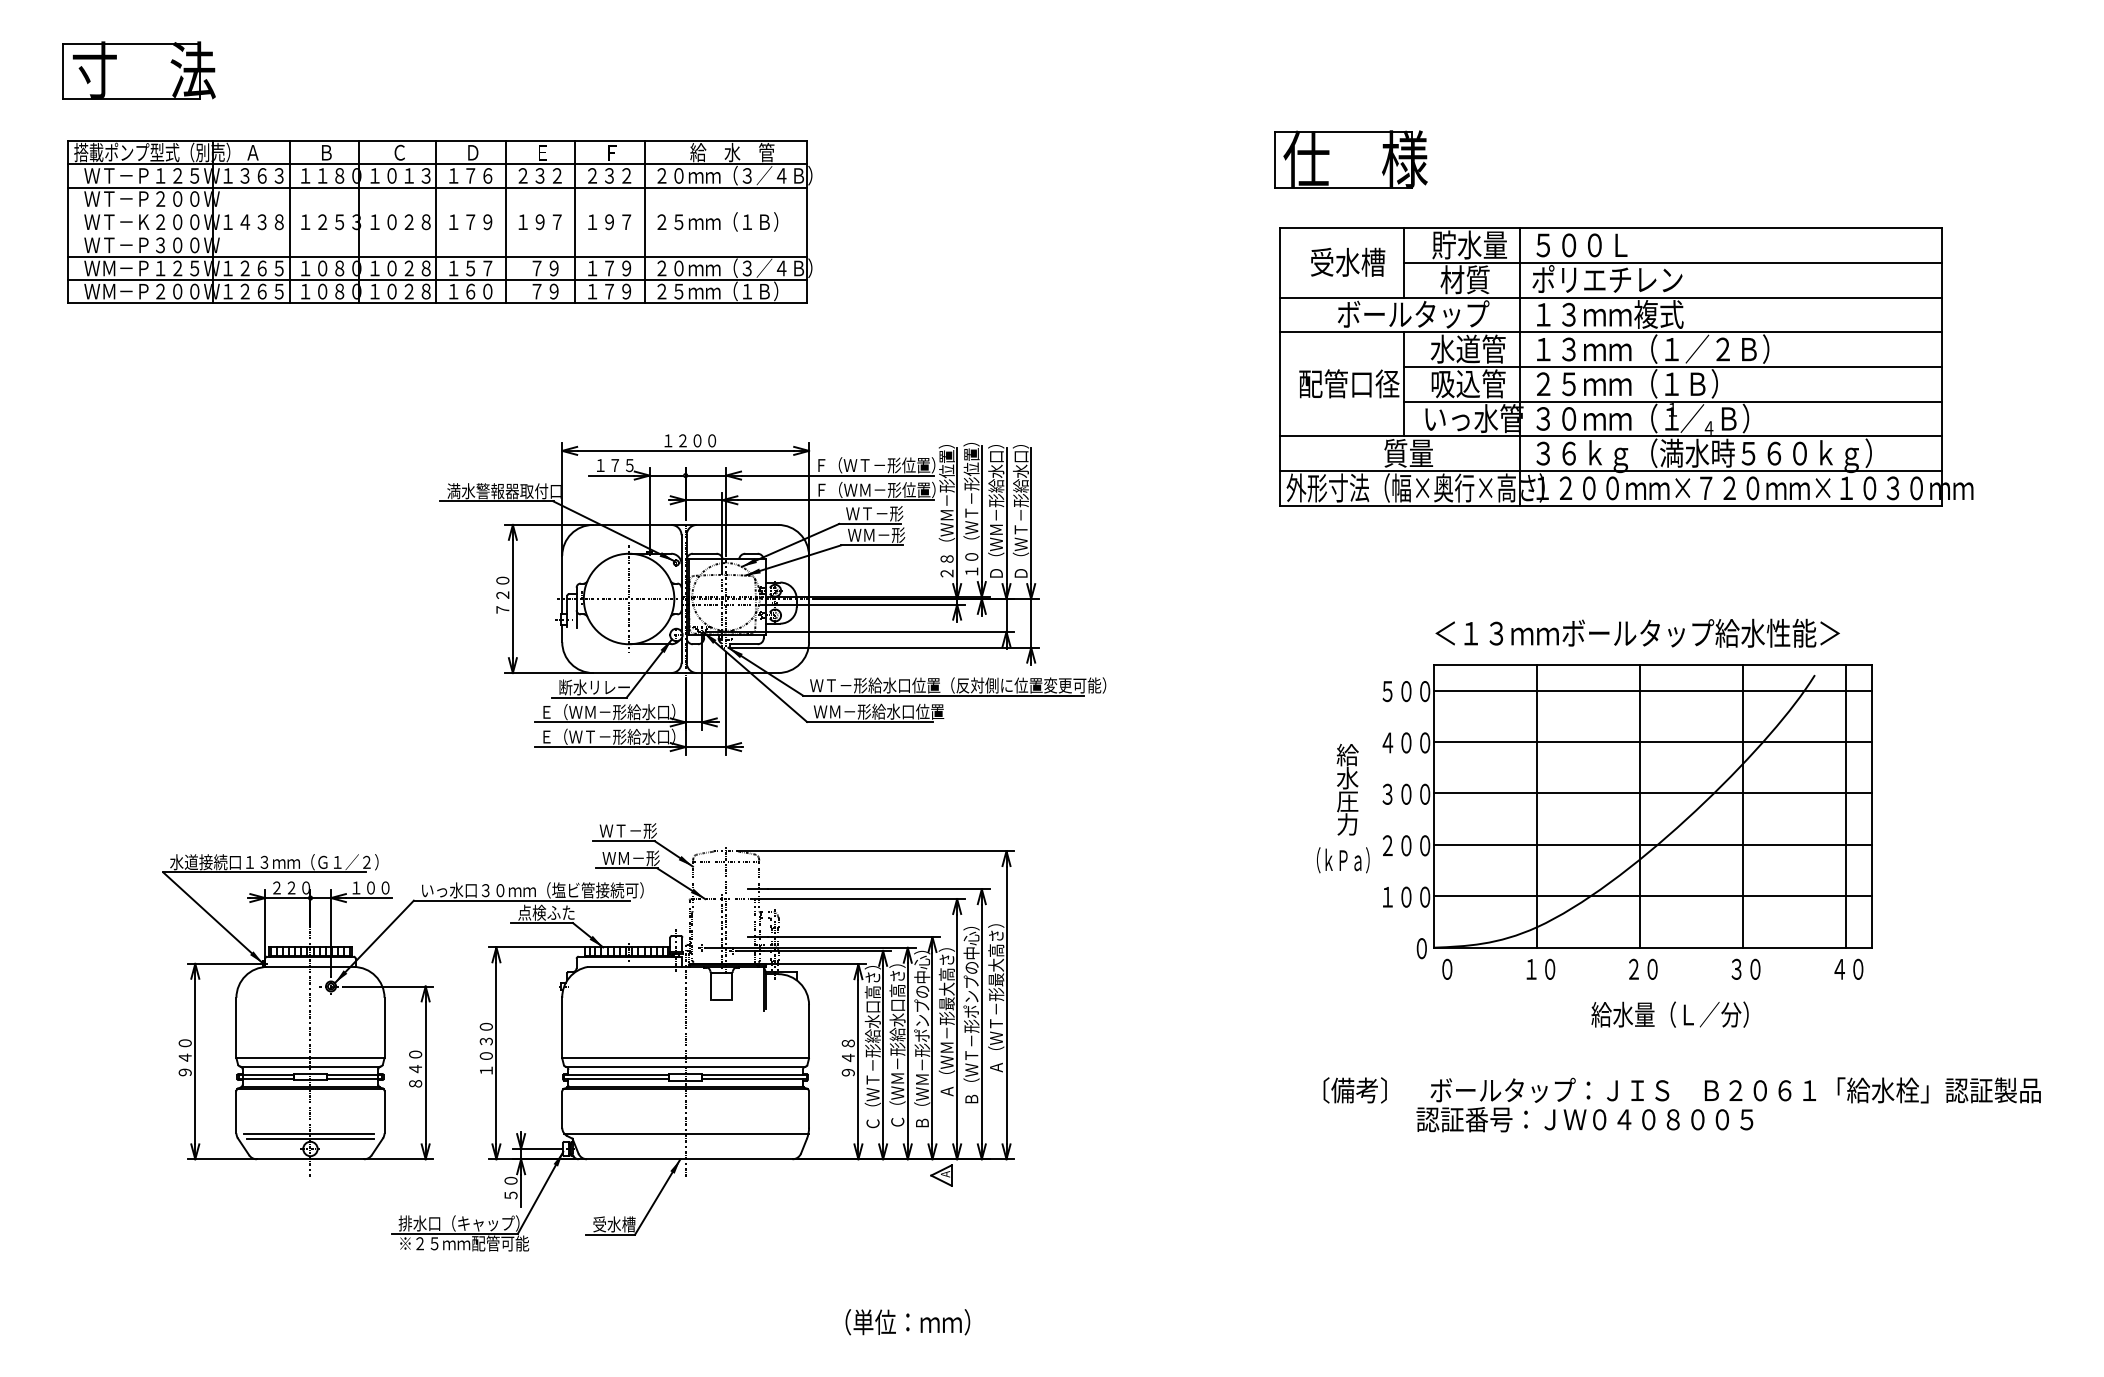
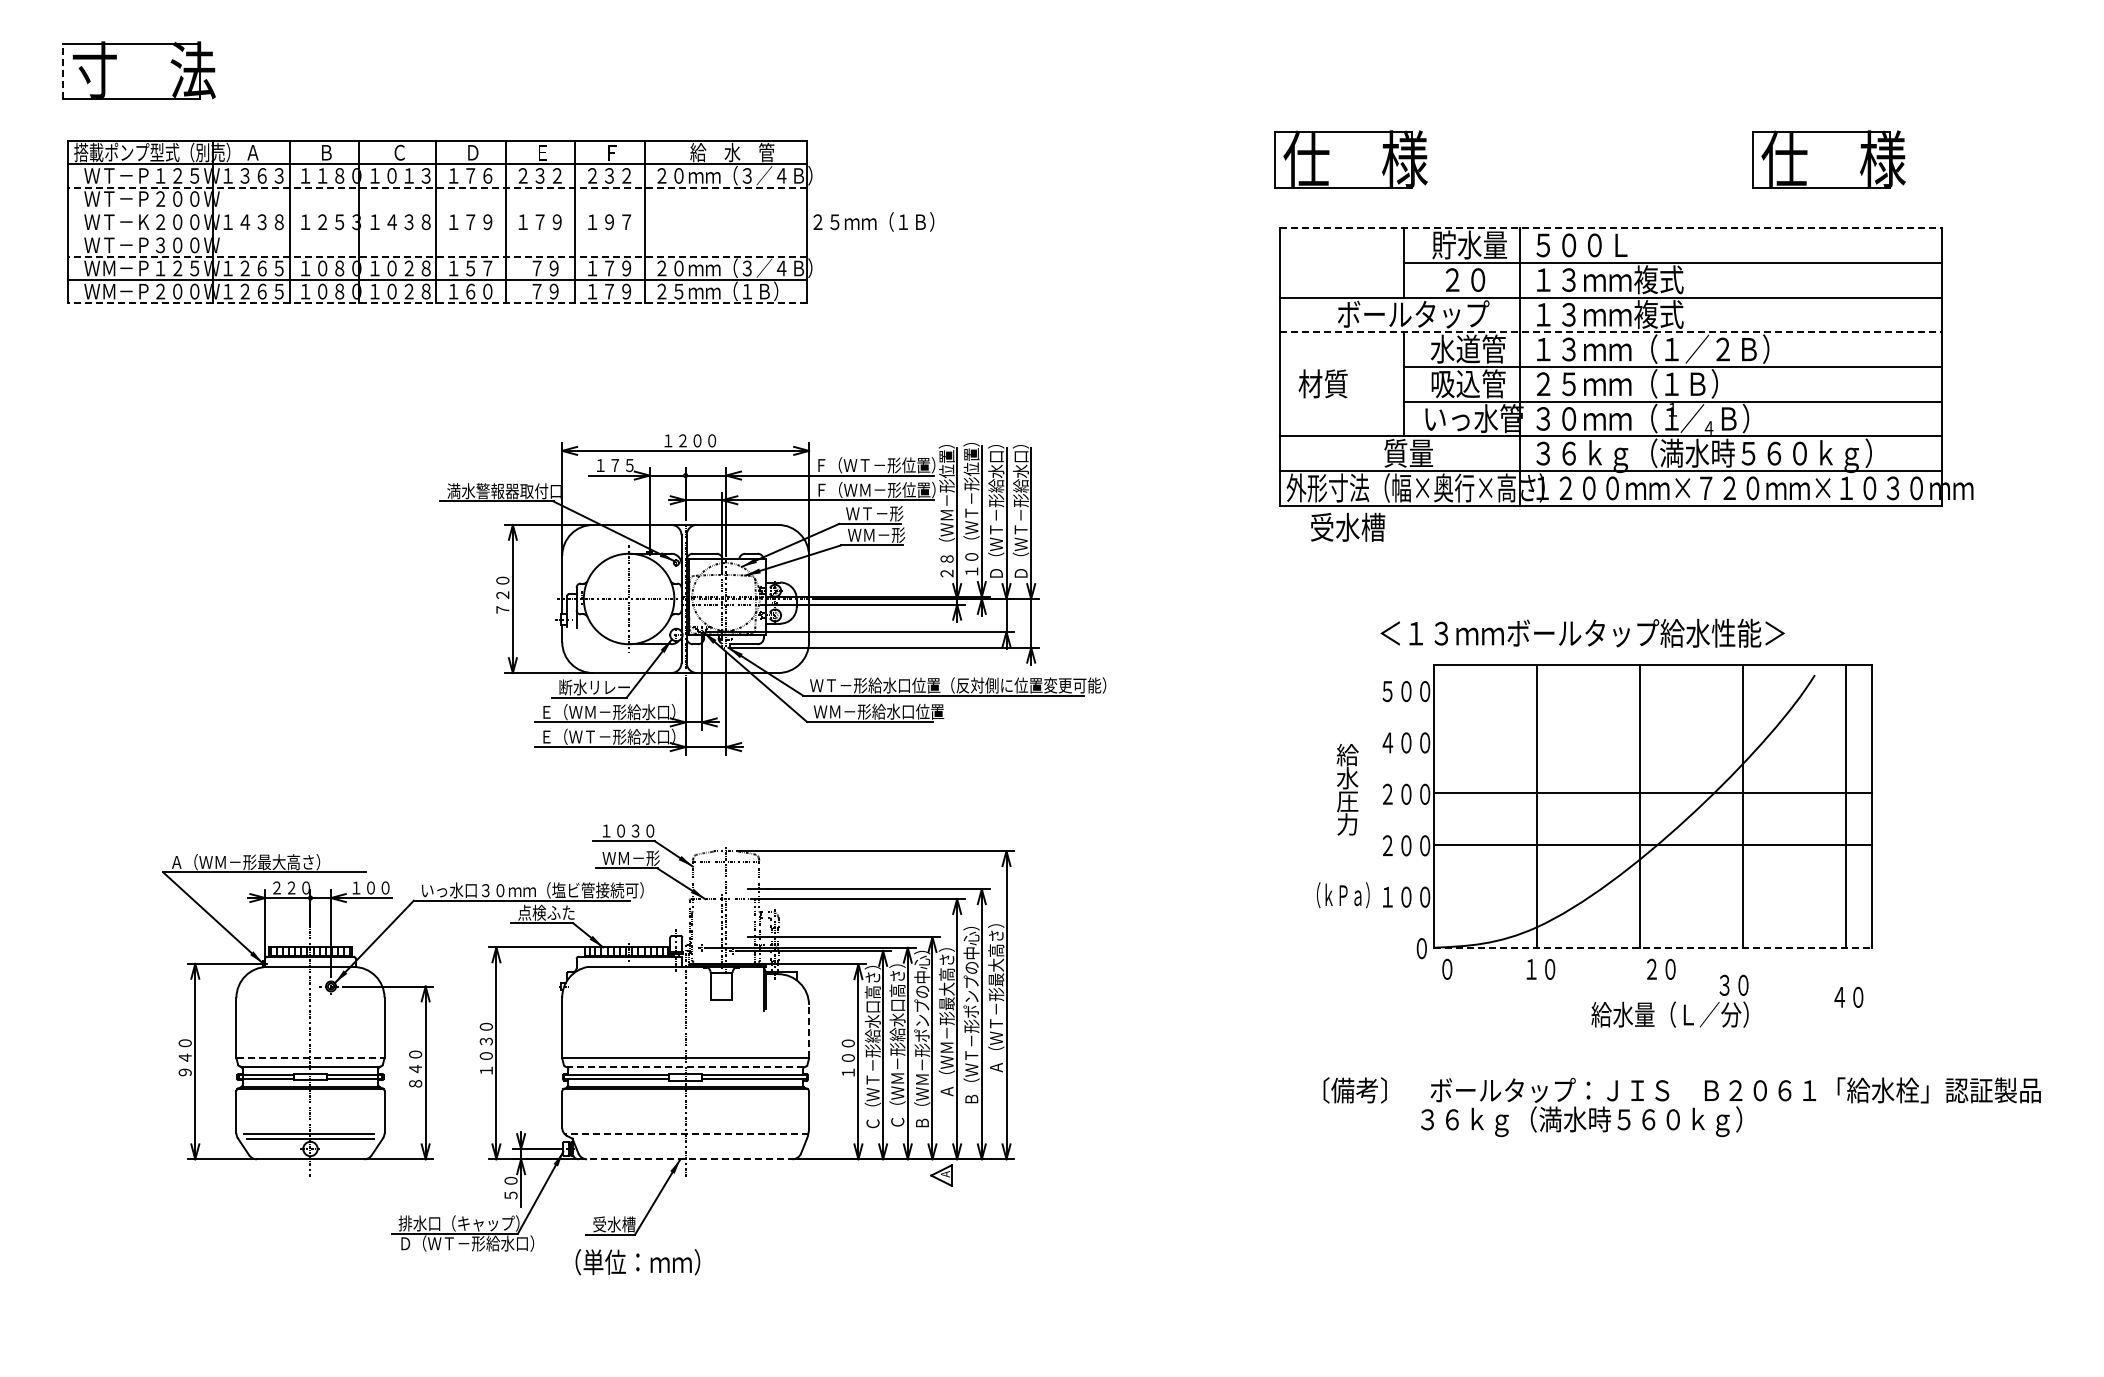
line at (63, 71): solid -> dashed
part at (1828, 159): none -> present
line at (436, 187): solid -> dashed
text at (717, 221) position: (717, 221) -> (873, 221)
text at (400, 222): １０２８ -> １４３８
text at (548, 222): １９７ -> １７９
line at (1611, 228): solid -> dashed
line at (436, 256): solid -> dashed
text at (1348, 261) position: (1348, 261) -> (1348, 526)
text at (1464, 279): 材質 -> ２０
text at (1607, 279): ポリエチレン -> １３ｍｍ複式
line at (436, 303): solid -> dashed
line at (1611, 332): solid -> dashed
text at (1348, 383): 配管口径 -> 材質
text at (996, 529): Ｄ（ＷＭ－形給水口） -> Ｄ（ＷＴ－形給水口）
text at (1637, 632) position: (1637, 632) -> (1582, 632)
line at (1652, 690): present -> none
line at (1652, 742): present -> none
text at (1387, 794): ３００ -> ２００
text at (627, 830): ＷＴ－形 -> １０３０
text at (1343, 860) position: (1343, 860) -> (1343, 895)
text at (274, 862): 水道接続口１３ｍｍ（Ｇ１／２） -> Ａ（ＷＭ－形最大高さ）
line at (1652, 896): present -> none
line at (1653, 947): solid -> dashed
text at (1643, 968) position: (1643, 968) -> (1661, 968)
text at (1745, 968) position: (1745, 968) -> (1733, 984)
text at (1848, 968) position: (1848, 968) -> (1848, 996)
line at (809, 1031): solid -> dashed
text at (847, 1057): ９４８ -> １００
line at (310, 1058): solid -> dashed
line at (685, 1066): solid -> dashed
text at (1584, 1121): 認証番号：ＪＷ０４０８００５ -> ３６ｋｇ（満水時５６０ｋｇ）
line at (686, 1133): solid -> dashed
line at (685, 1159): solid -> dashed
text at (467, 1243): ※２５ｍｍ配管可能 -> Ｄ（ＷＴ－形給水口）
text at (907, 1322) position: (907, 1322) -> (637, 1262)
